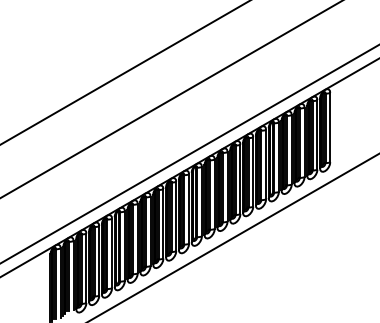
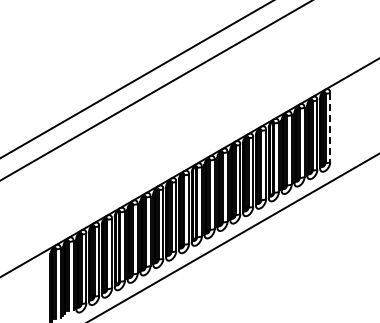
line at (124, 72) position: (124, 72) -> (136, 79)
line at (170, 99) position: (170, 99) -> (155, 90)
line at (330, 127): solid -> dashed
line at (189, 154): present -> none
